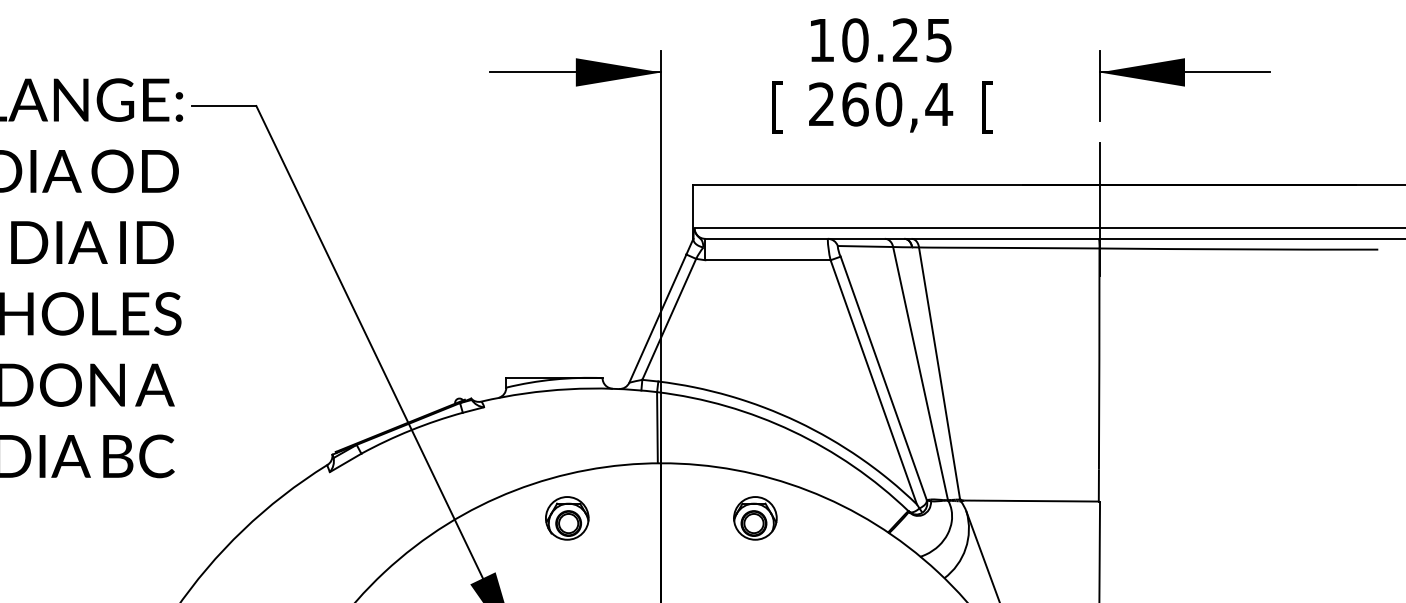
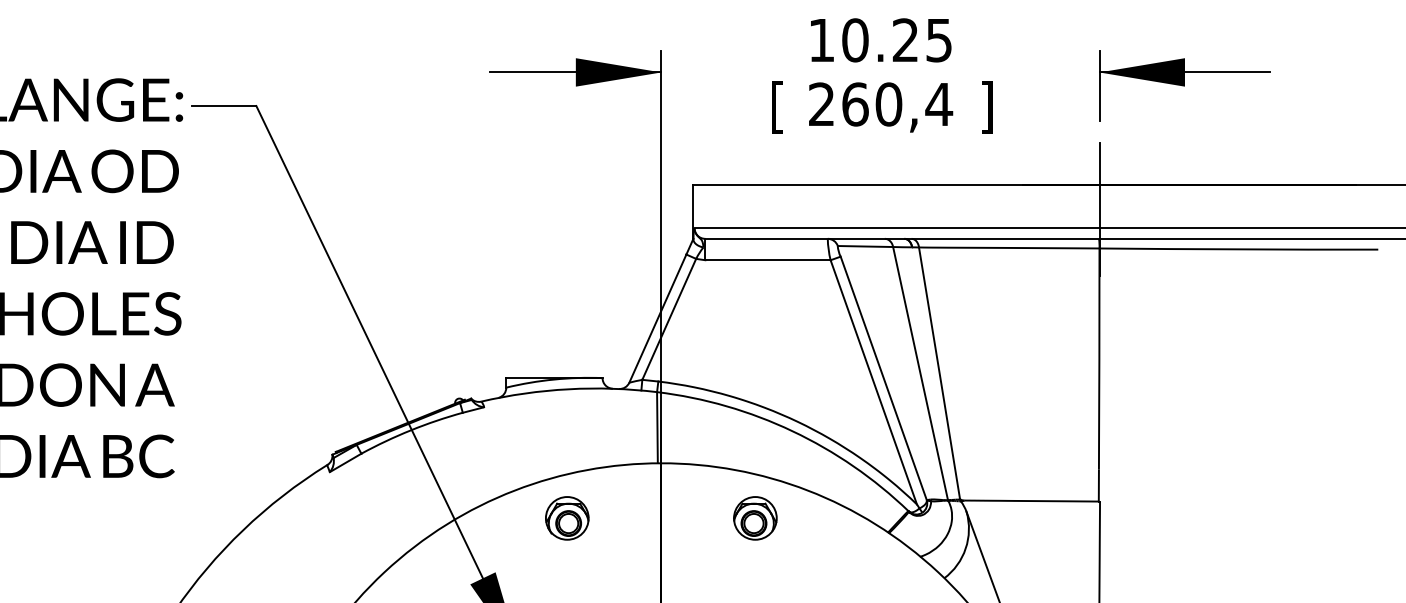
text at (987, 107): [ -> ]
